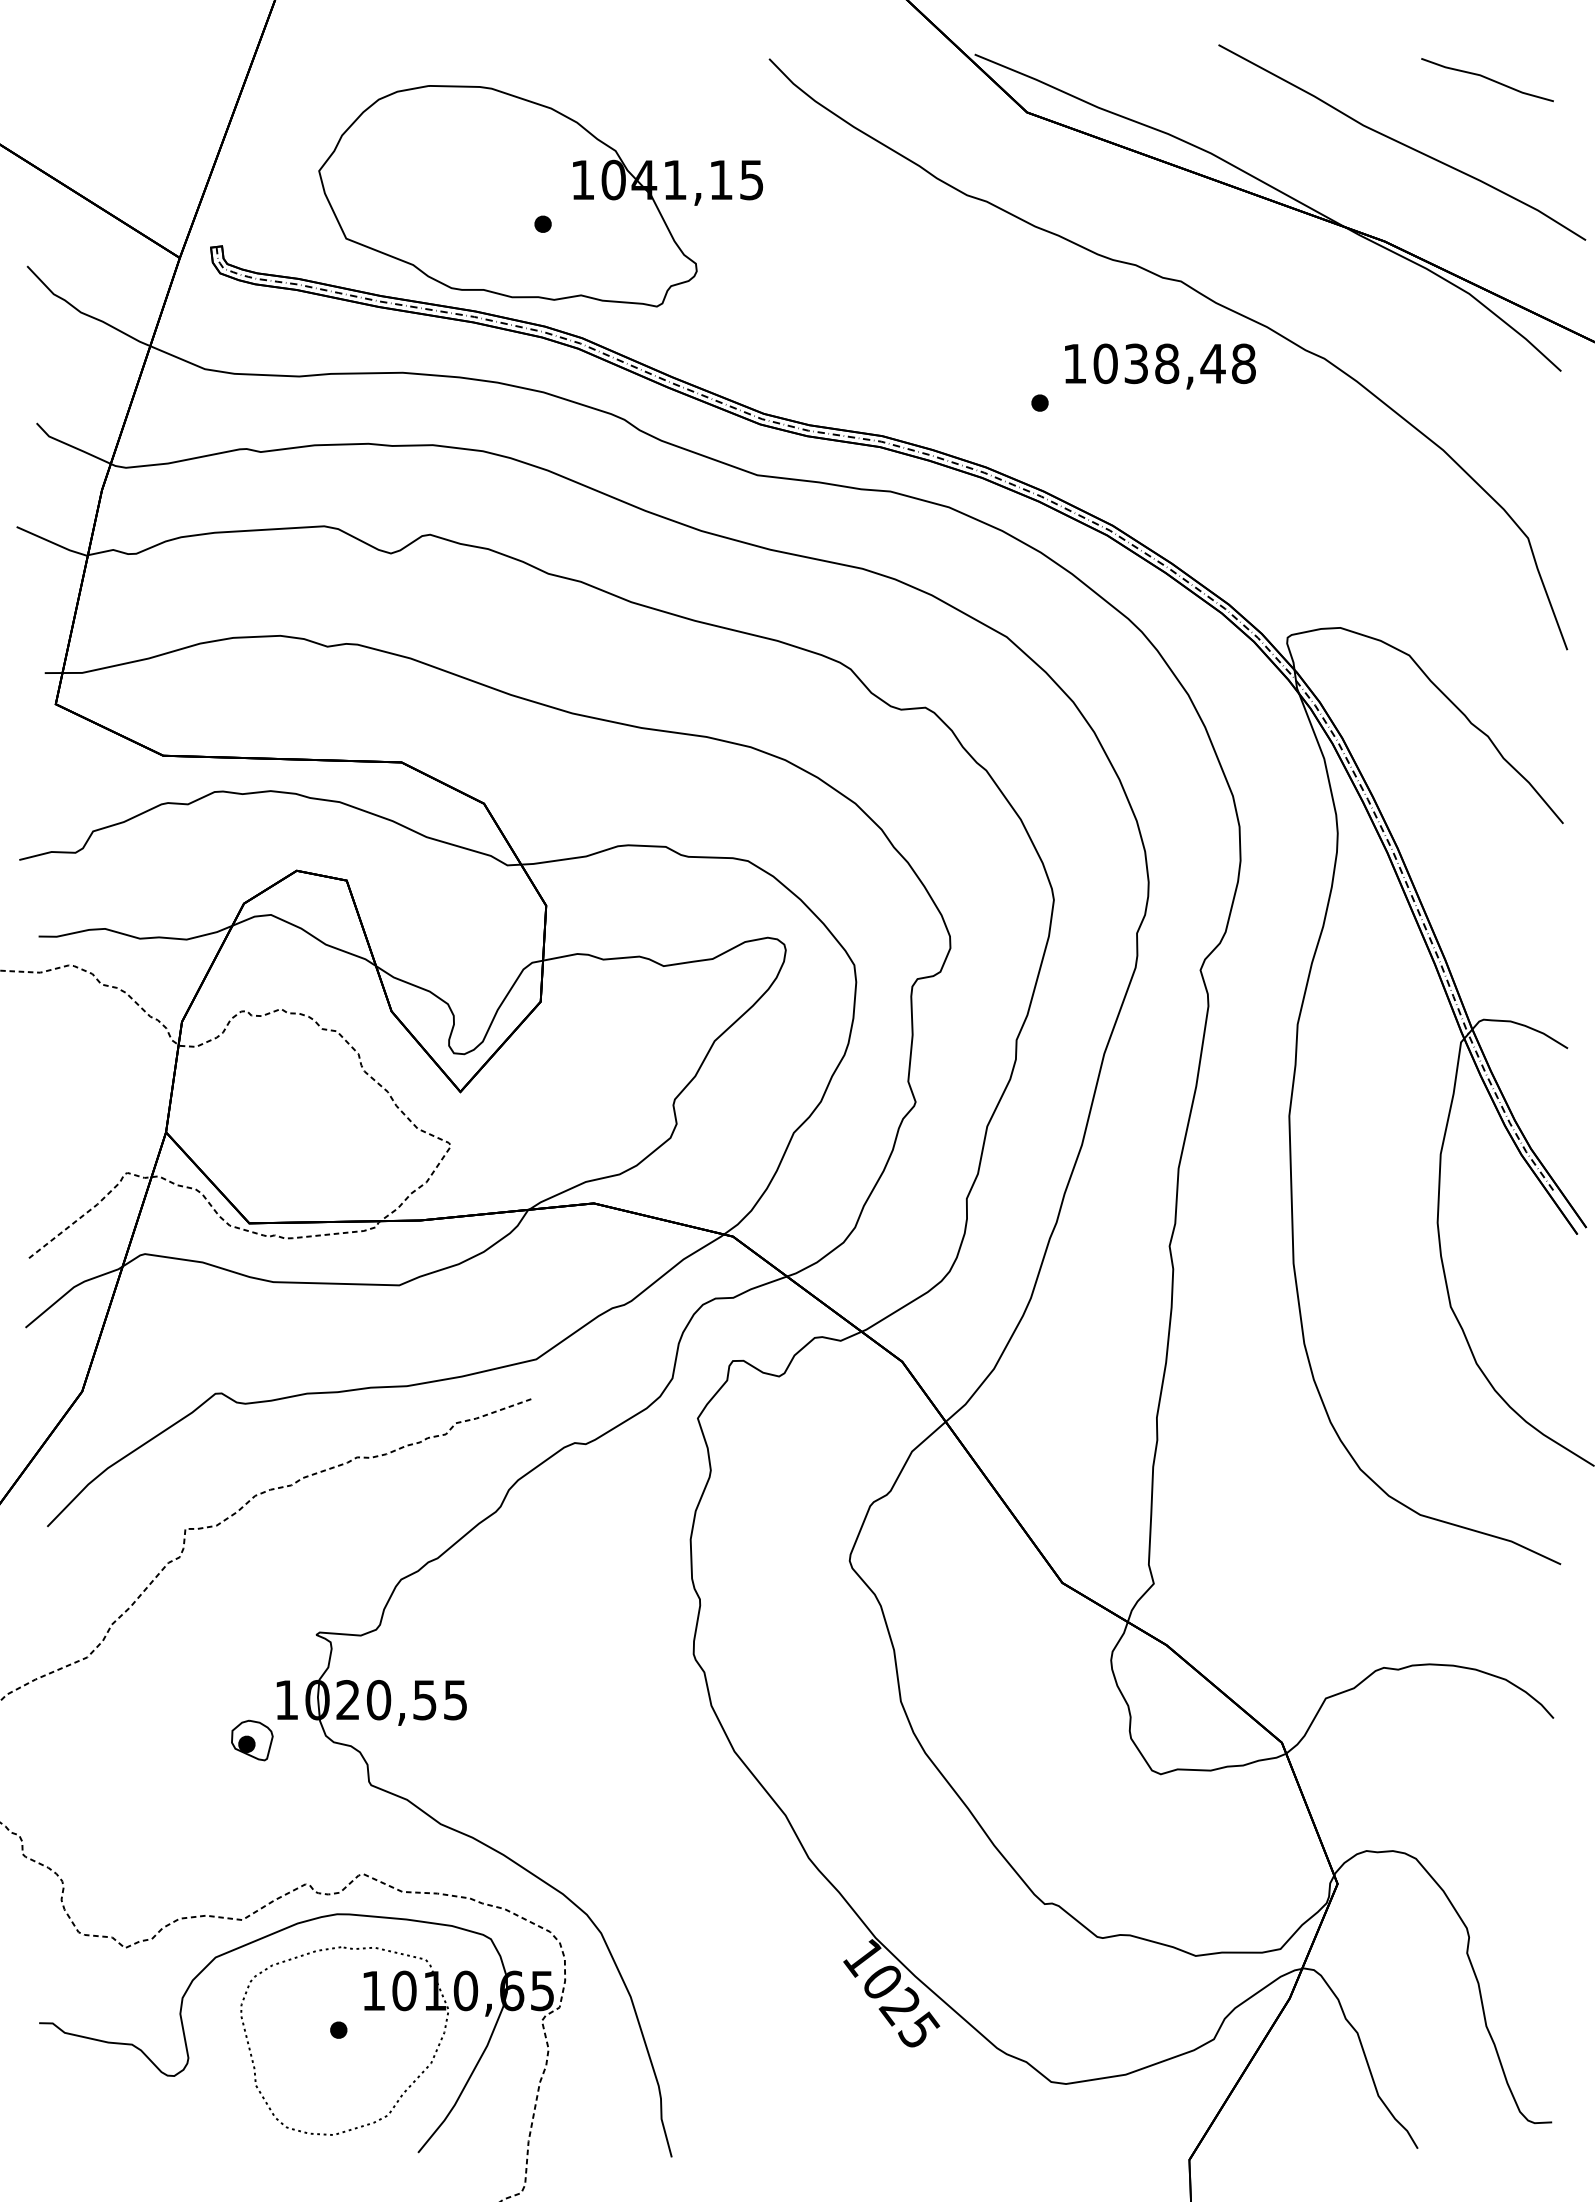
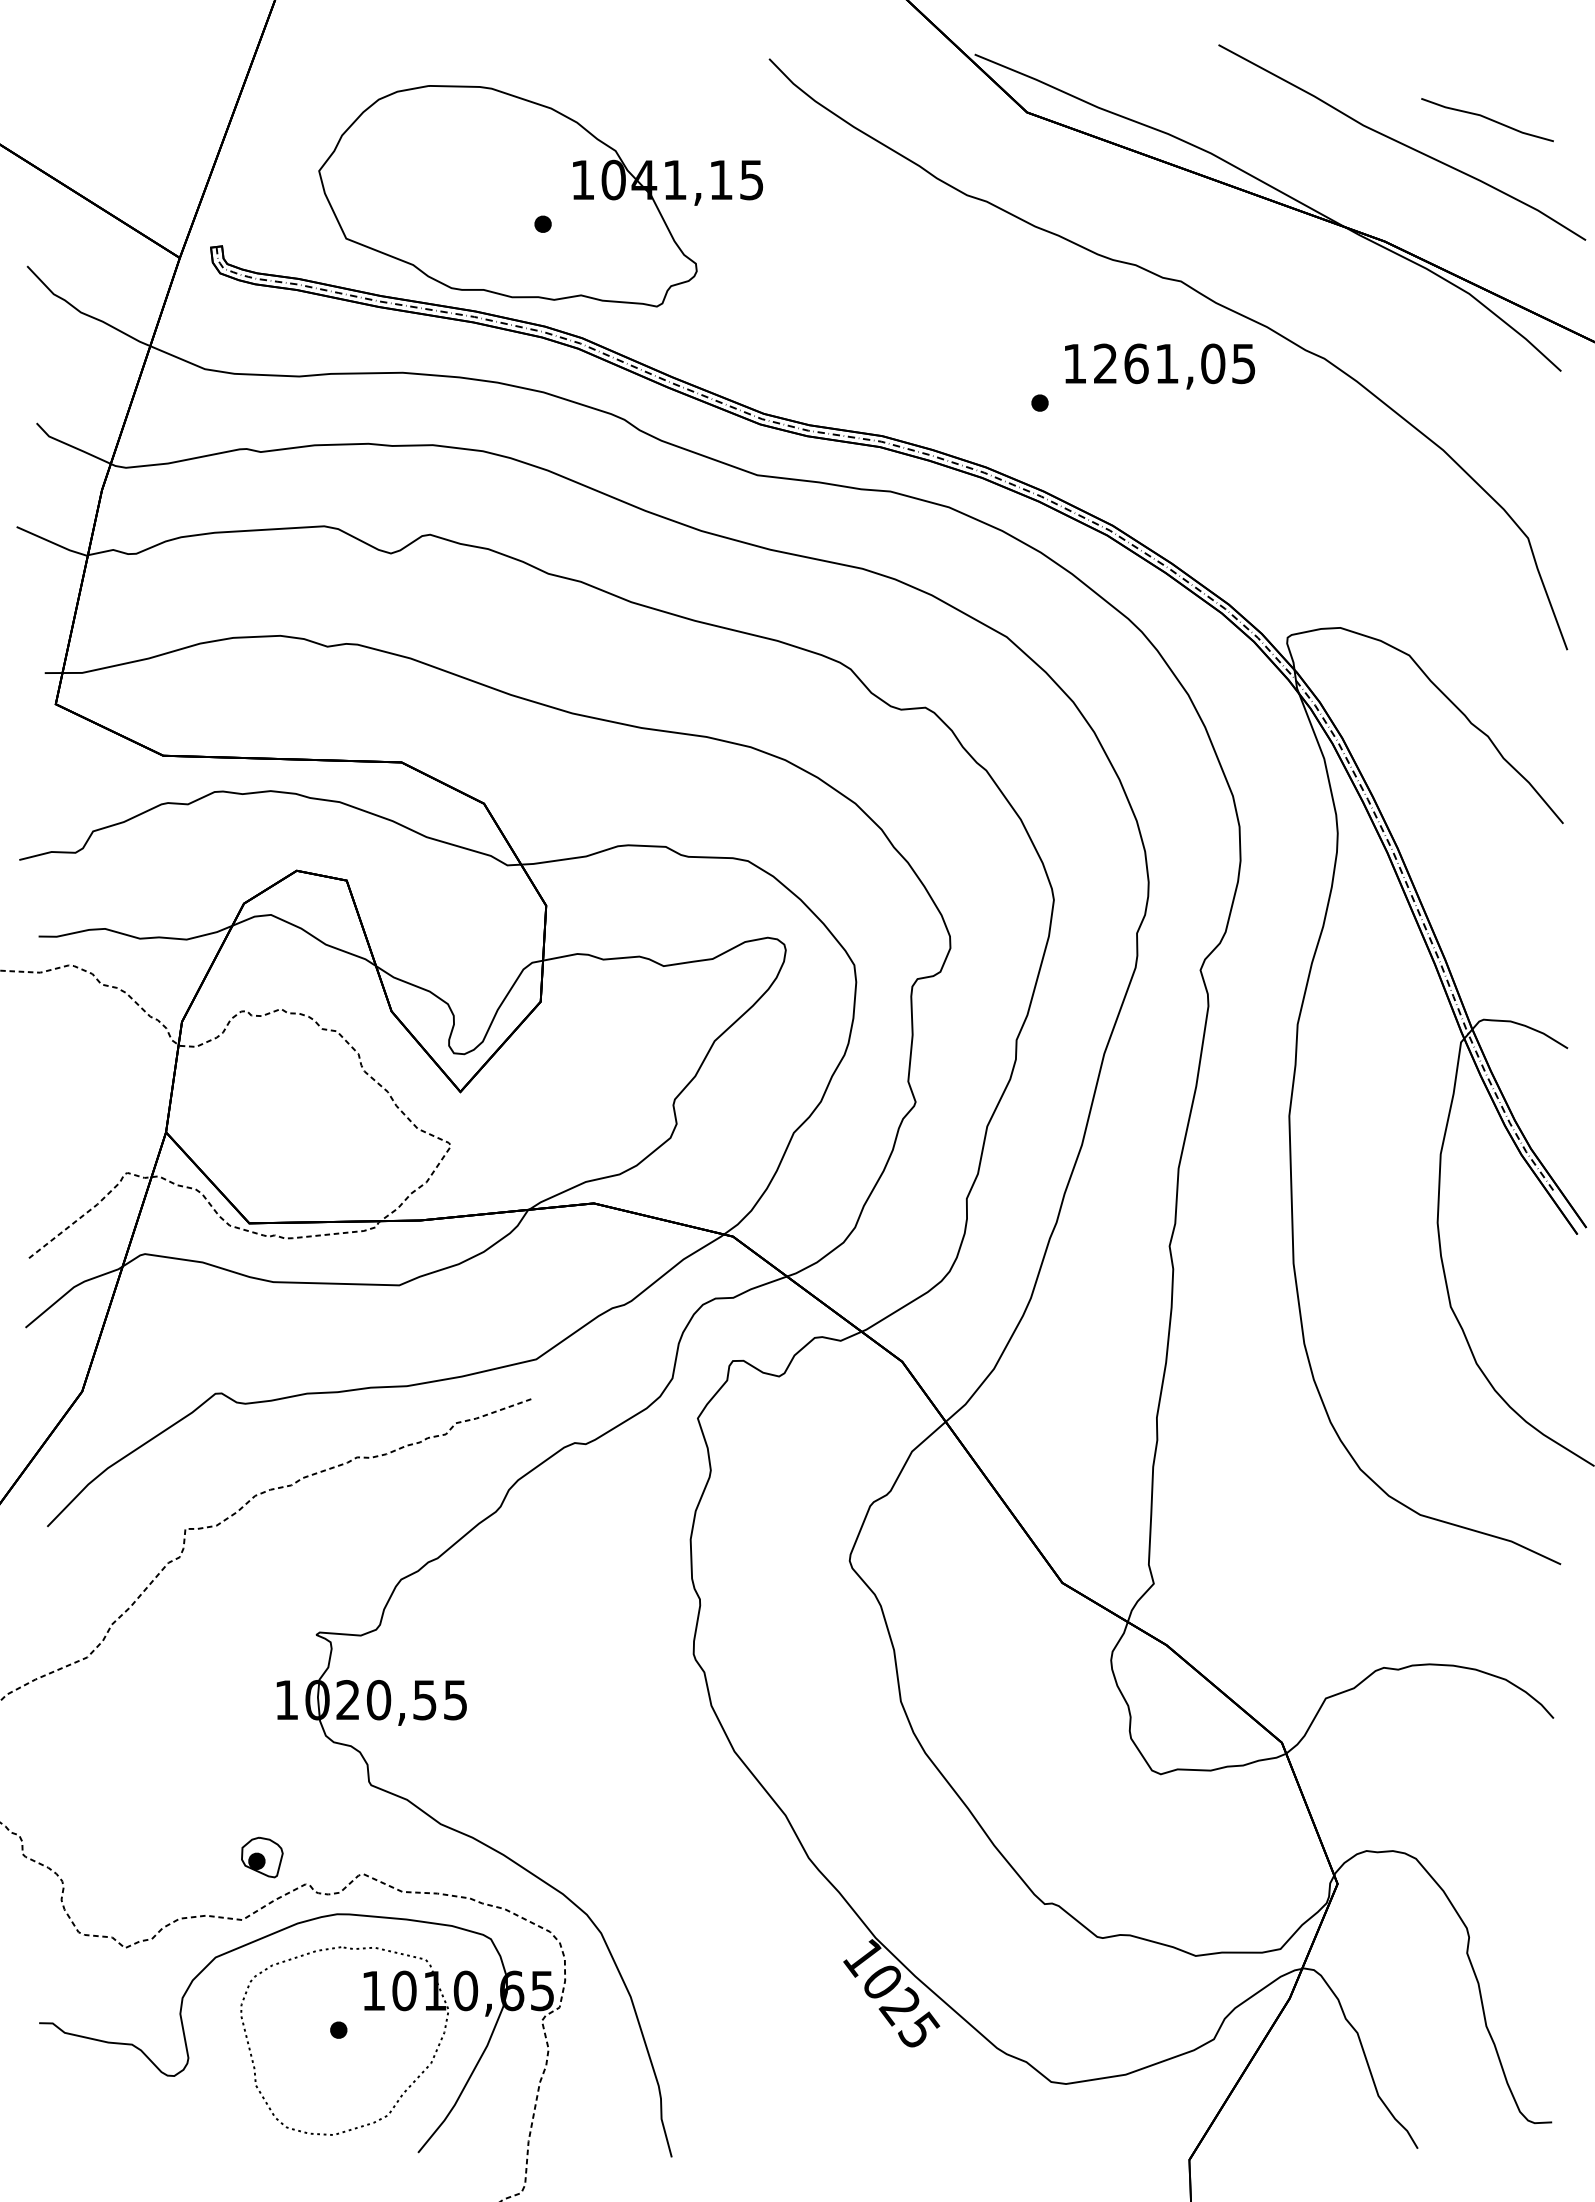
line at (1487, 79) position: (1487, 79) -> (1487, 119)
text at (1174, 363): 1038,48 -> 1261,05
part at (252, 1740) position: (252, 1740) -> (262, 1857)
